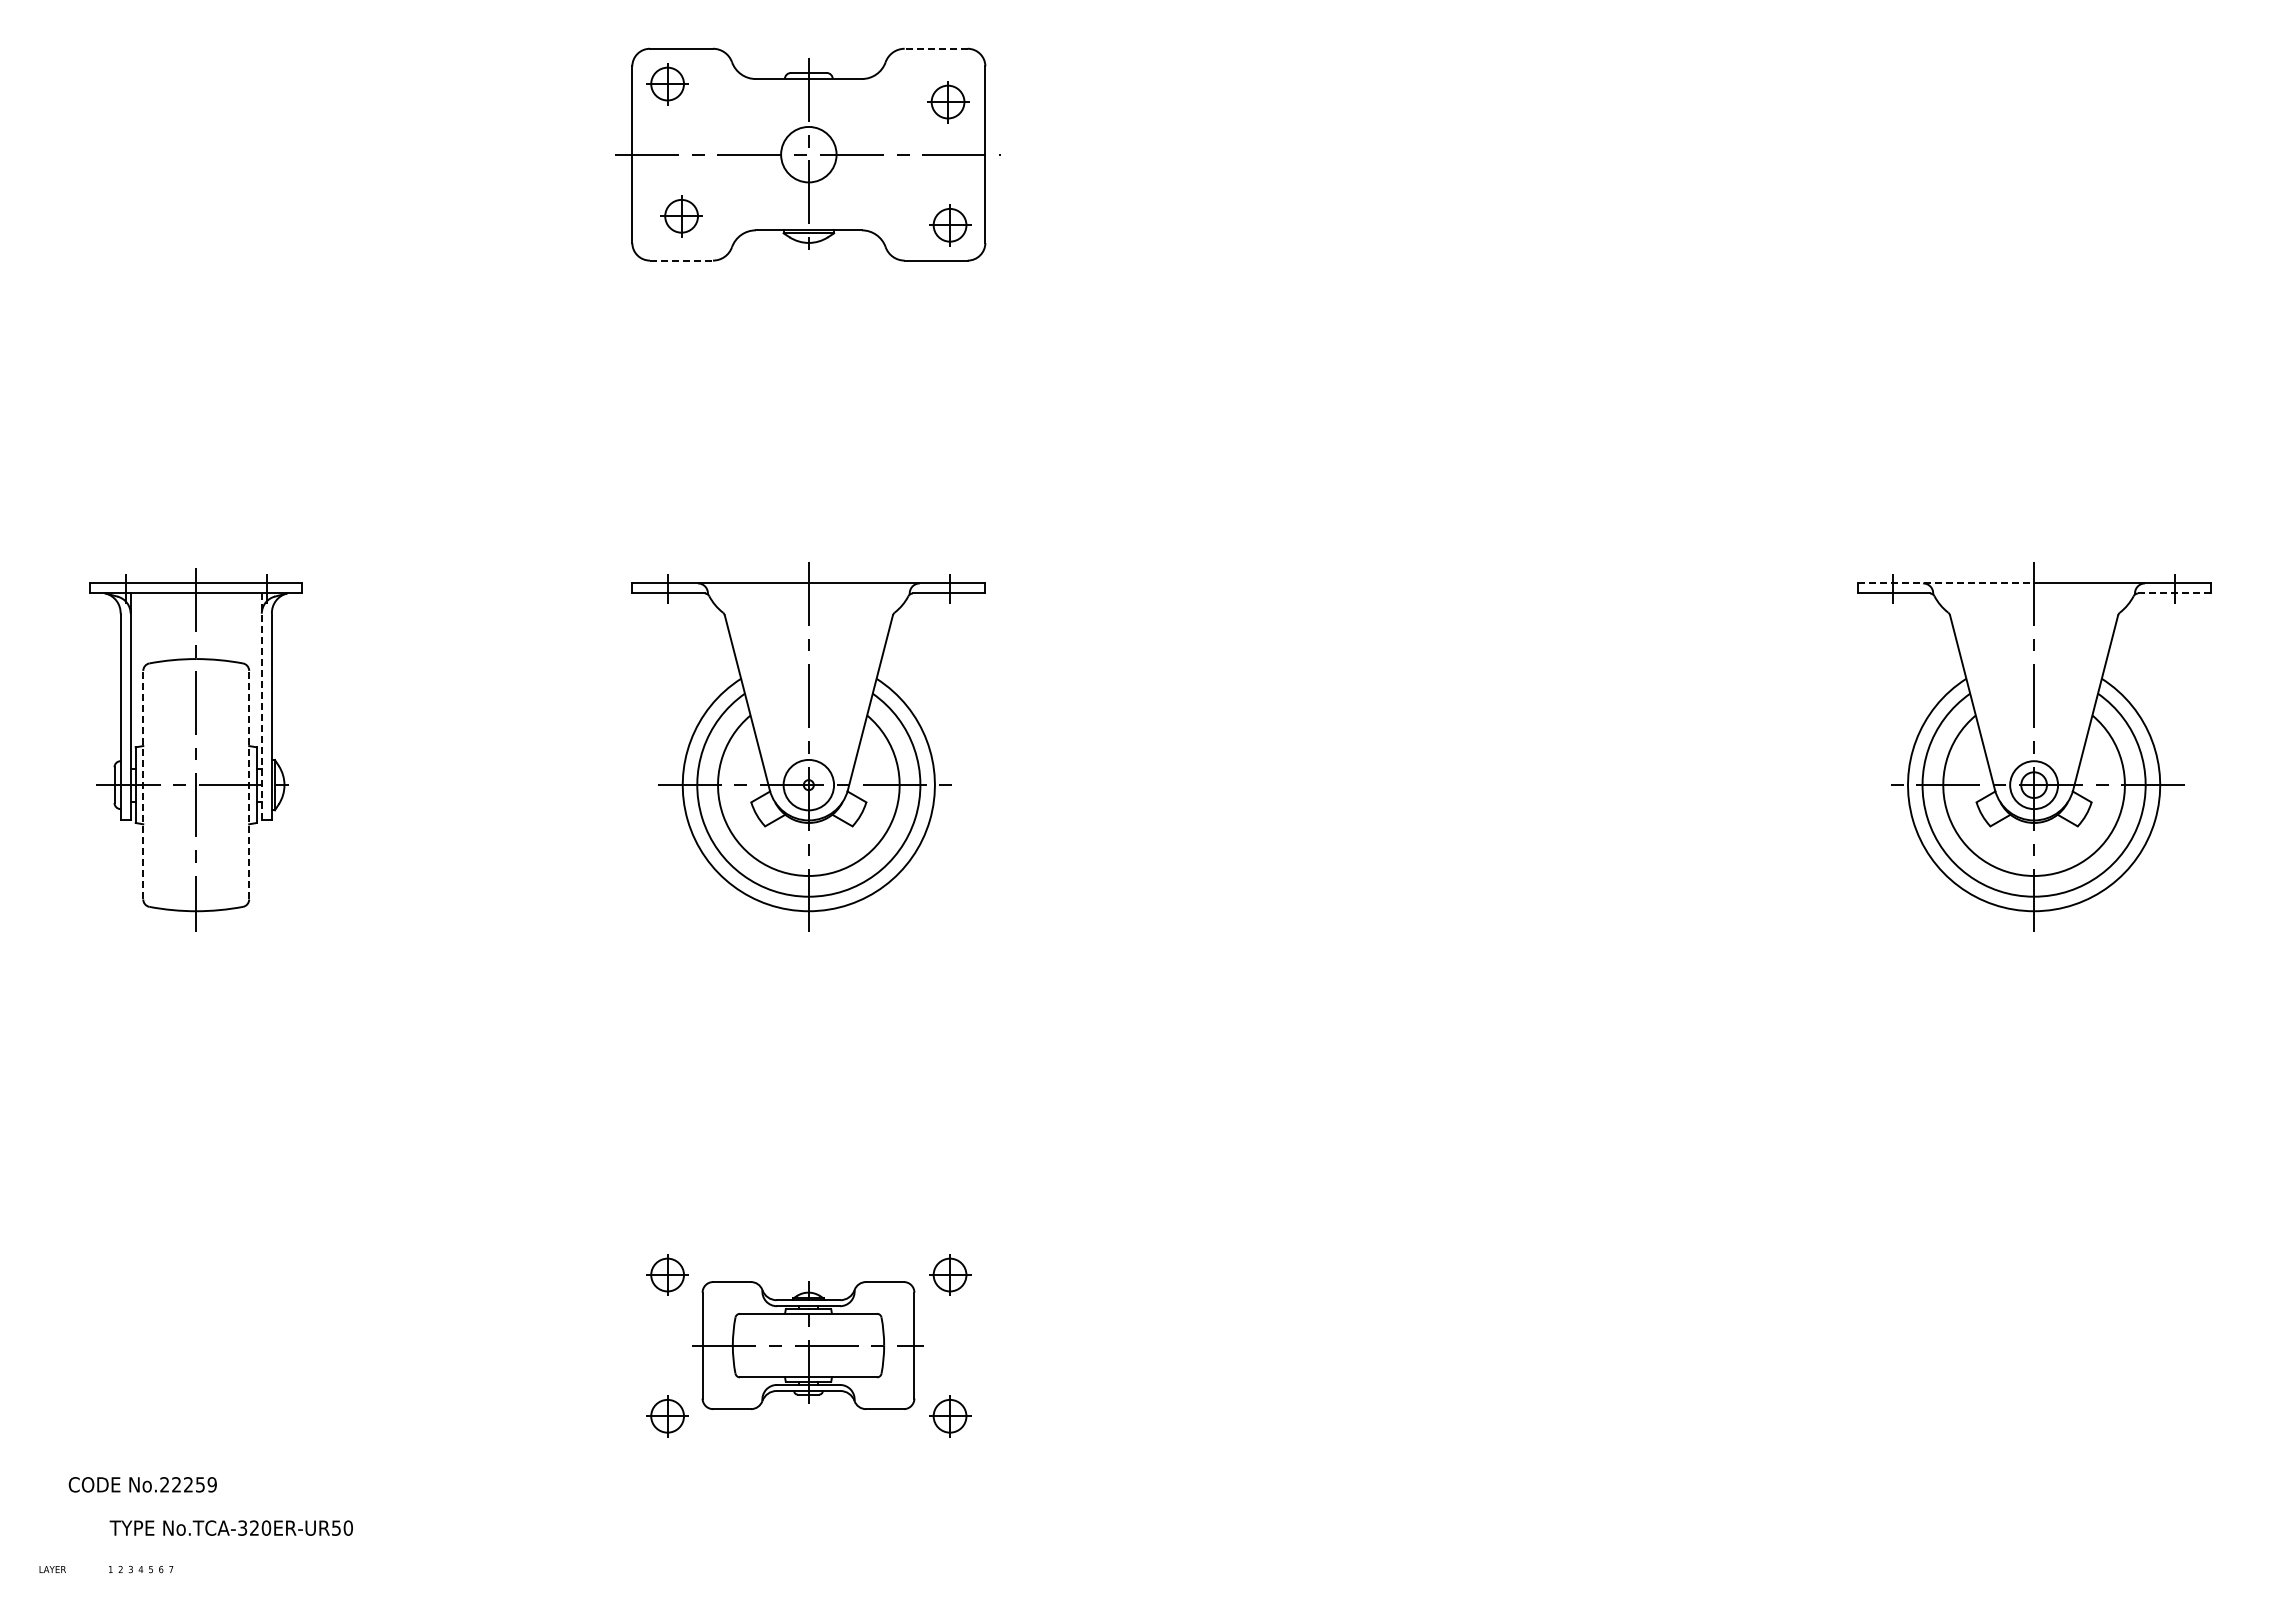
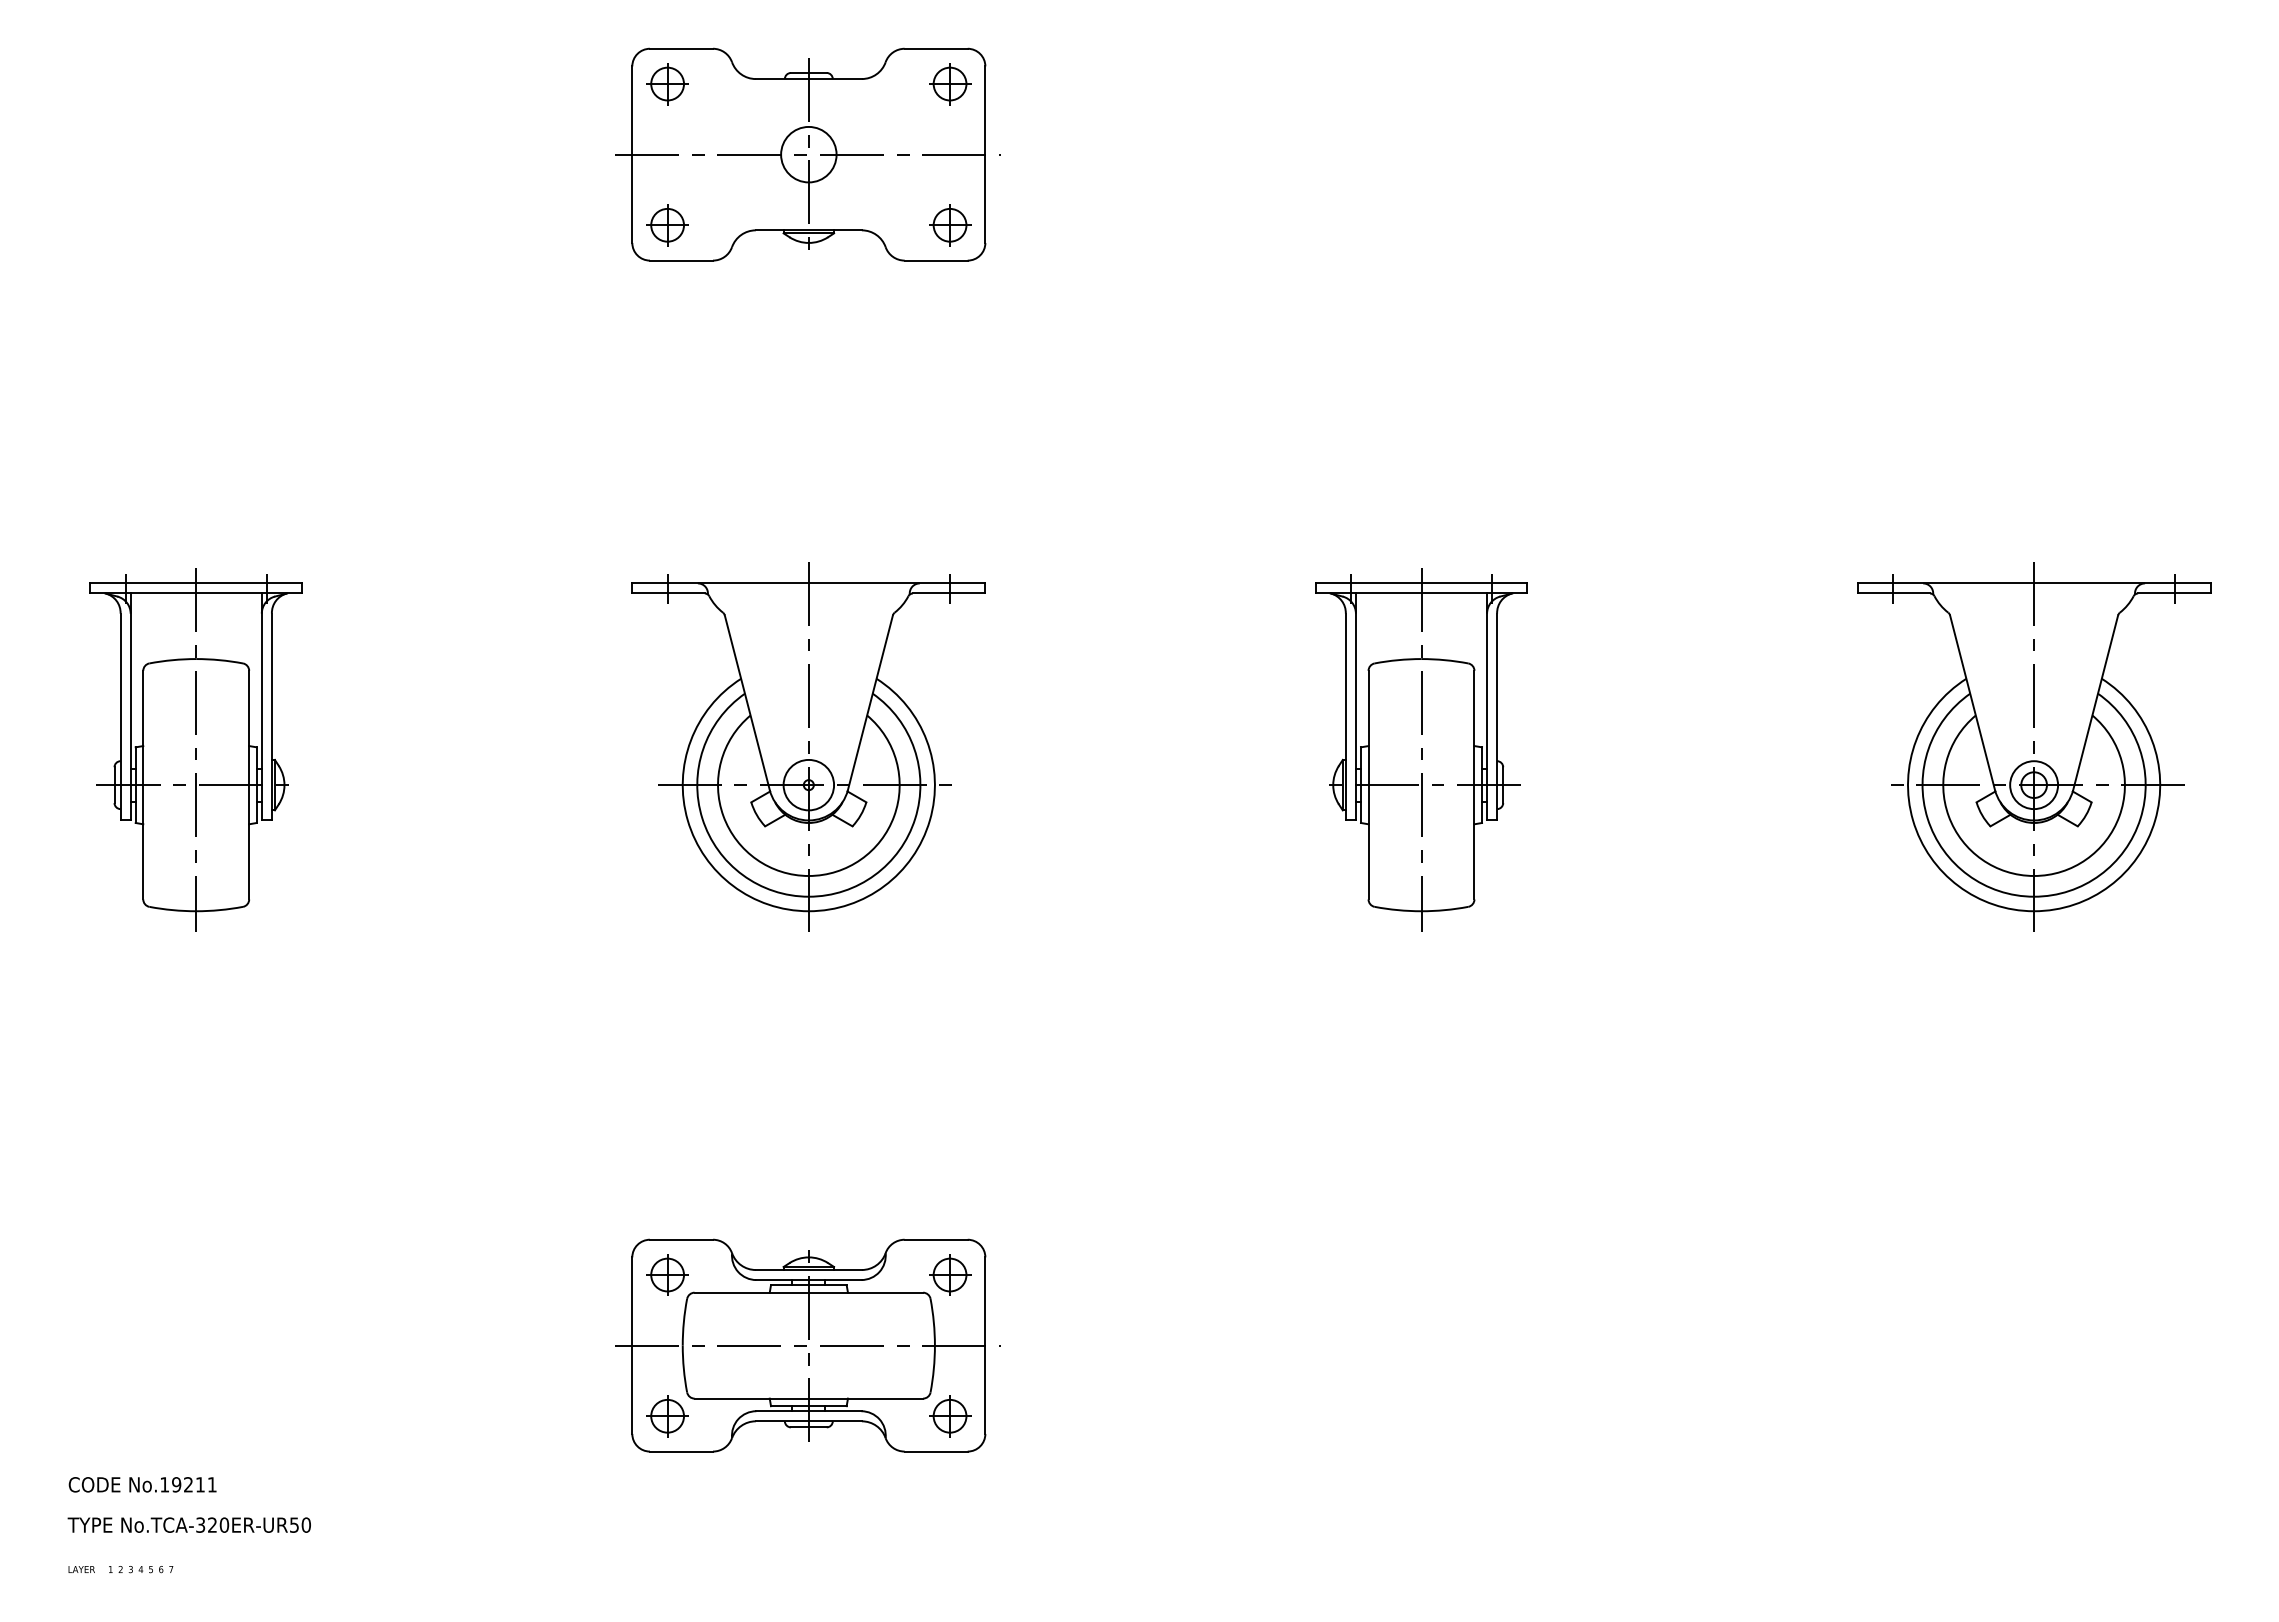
line at (936, 48): dashed -> solid
part at (948, 102) position: (948, 102) -> (950, 84)
part at (681, 216) position: (681, 216) -> (667, 225)
line at (681, 260): dashed -> solid
line at (1946, 583): dashed -> solid
line at (2173, 593): dashed -> solid
line at (261, 707): dashed -> solid
part at (1421, 749): none -> present
line at (143, 784): dashed -> solid
line at (249, 784): dashed -> solid
part at (807, 1345) size: 232x129 px -> 386x215 px
text at (188, 1484): No.22259 -> No.19211
text at (230, 1527) position: (230, 1527) -> (188, 1524)
text at (52, 1569) position: (52, 1569) -> (81, 1569)
